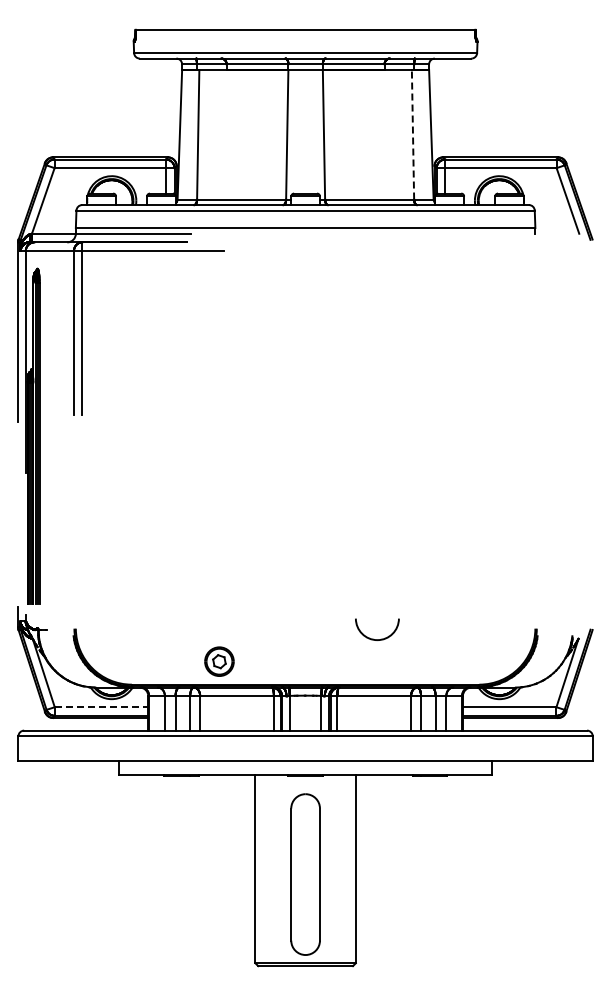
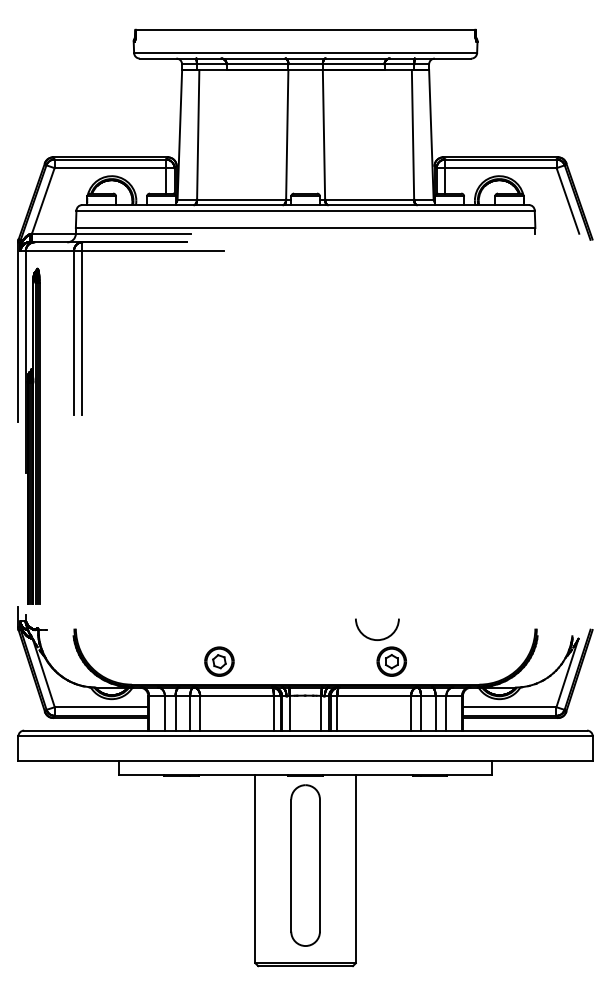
line at (413, 134): dashed -> solid
part at (391, 661): none -> present
line at (101, 707): dashed -> solid
part at (305, 874) position: (305, 874) -> (305, 865)
